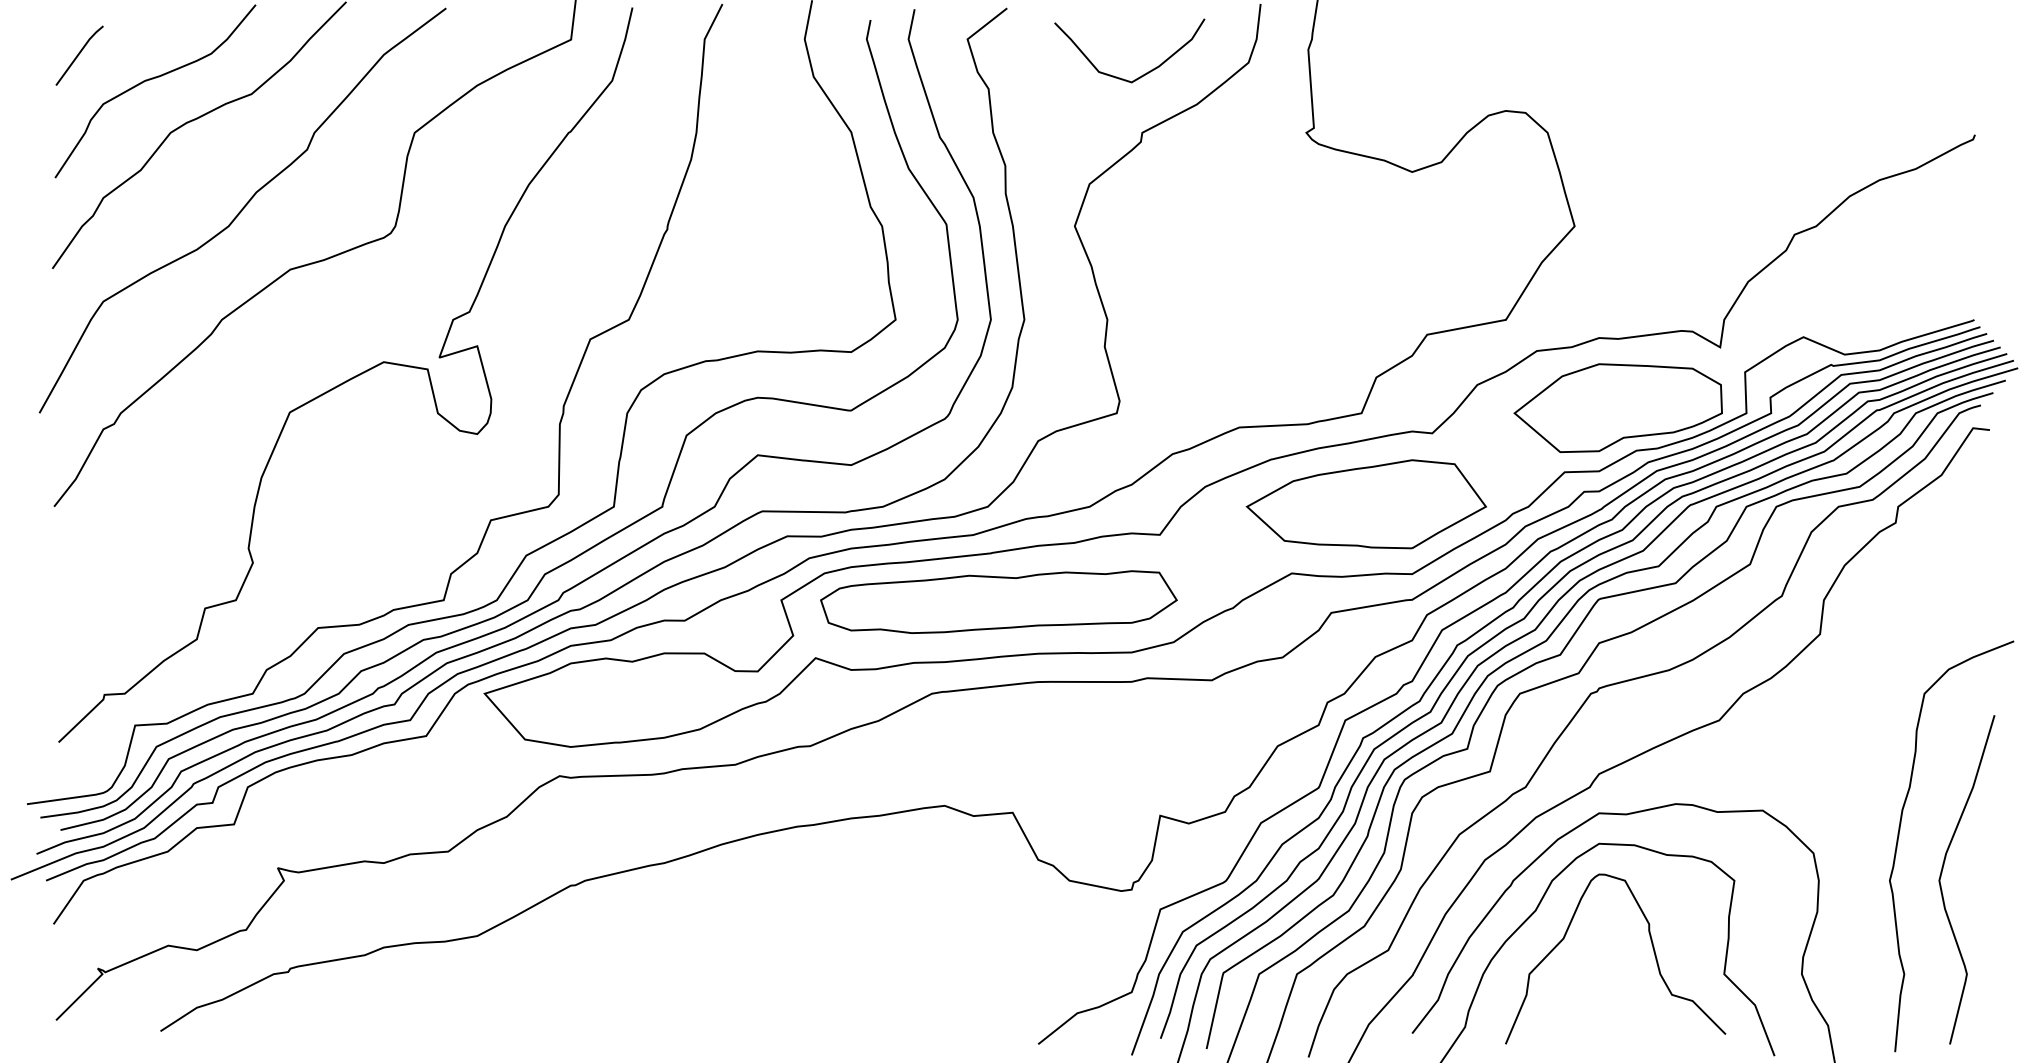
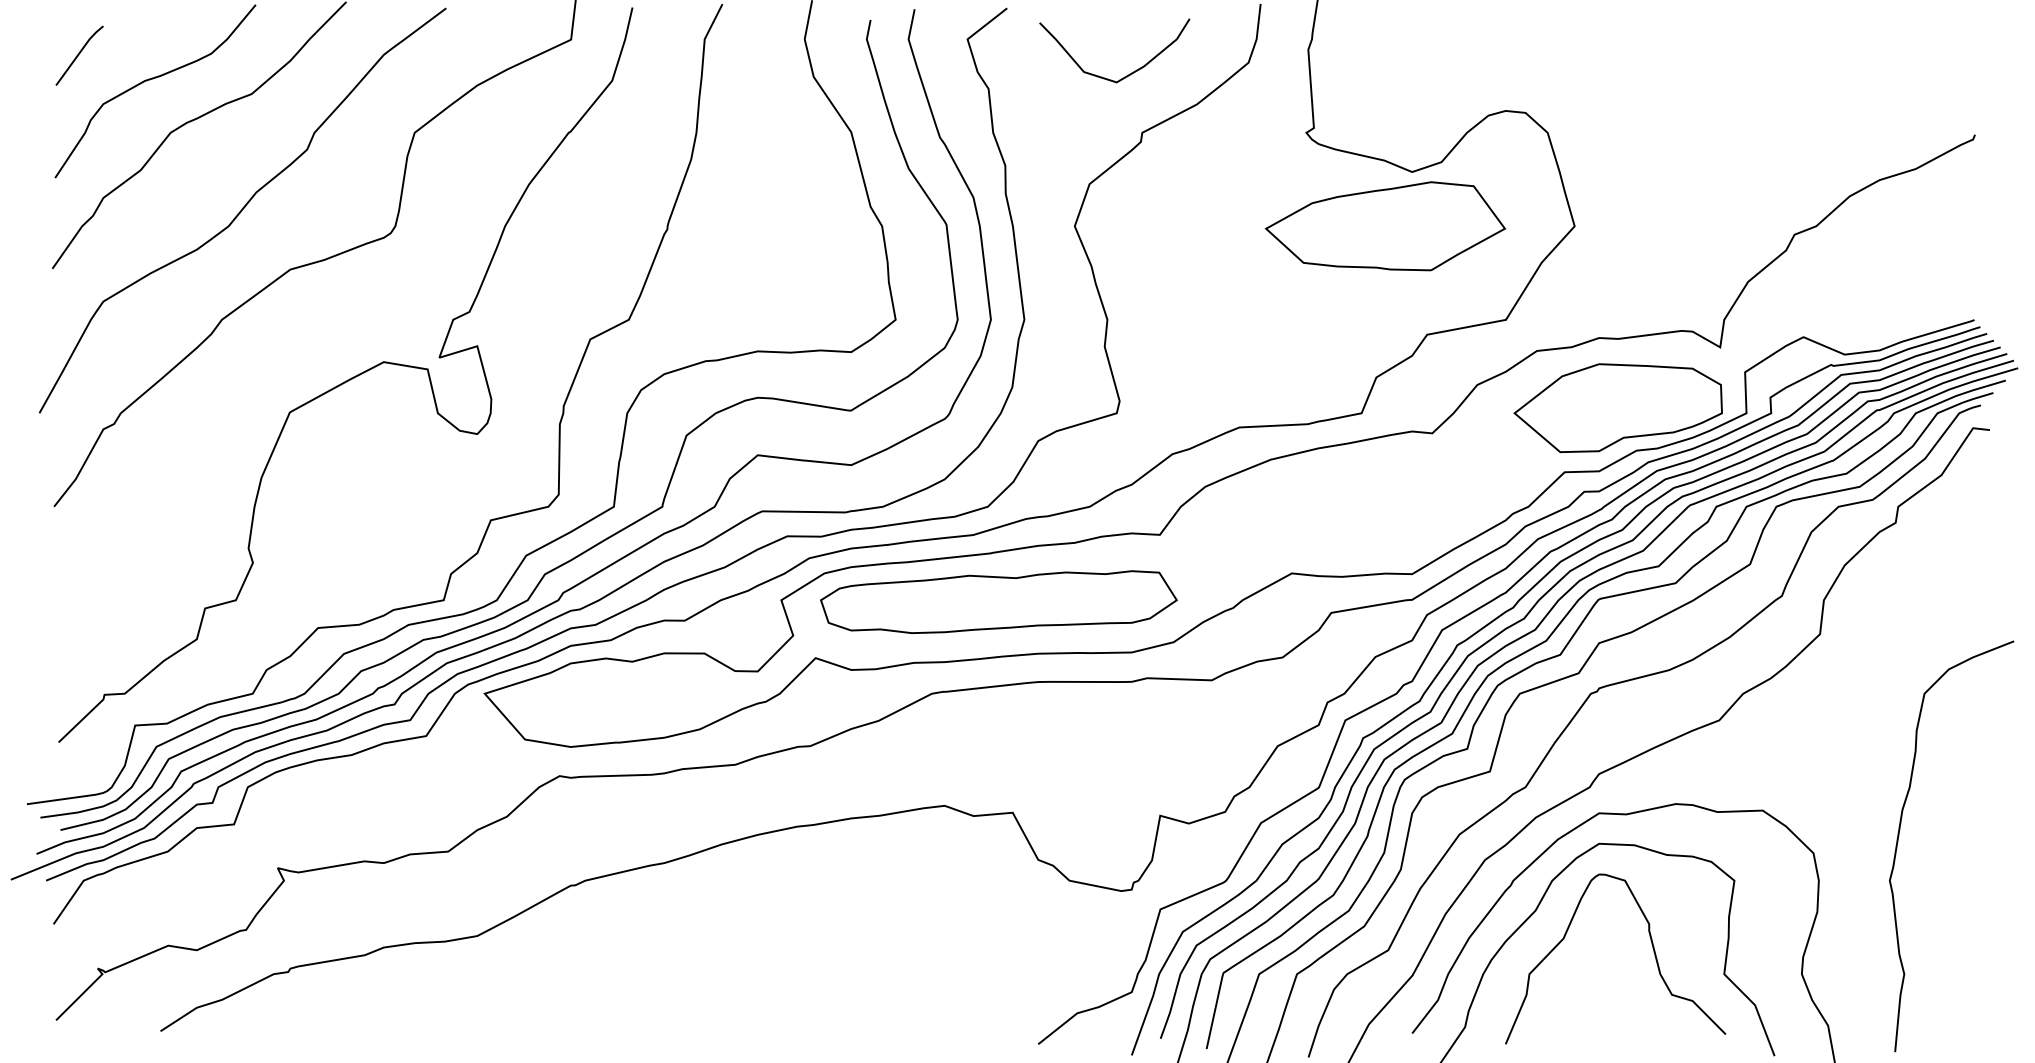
curve at (1144, 73) position: (1144, 73) -> (1129, 73)
part at (1365, 504) position: (1365, 504) -> (1384, 226)
curve at (1942, 873): present -> none
